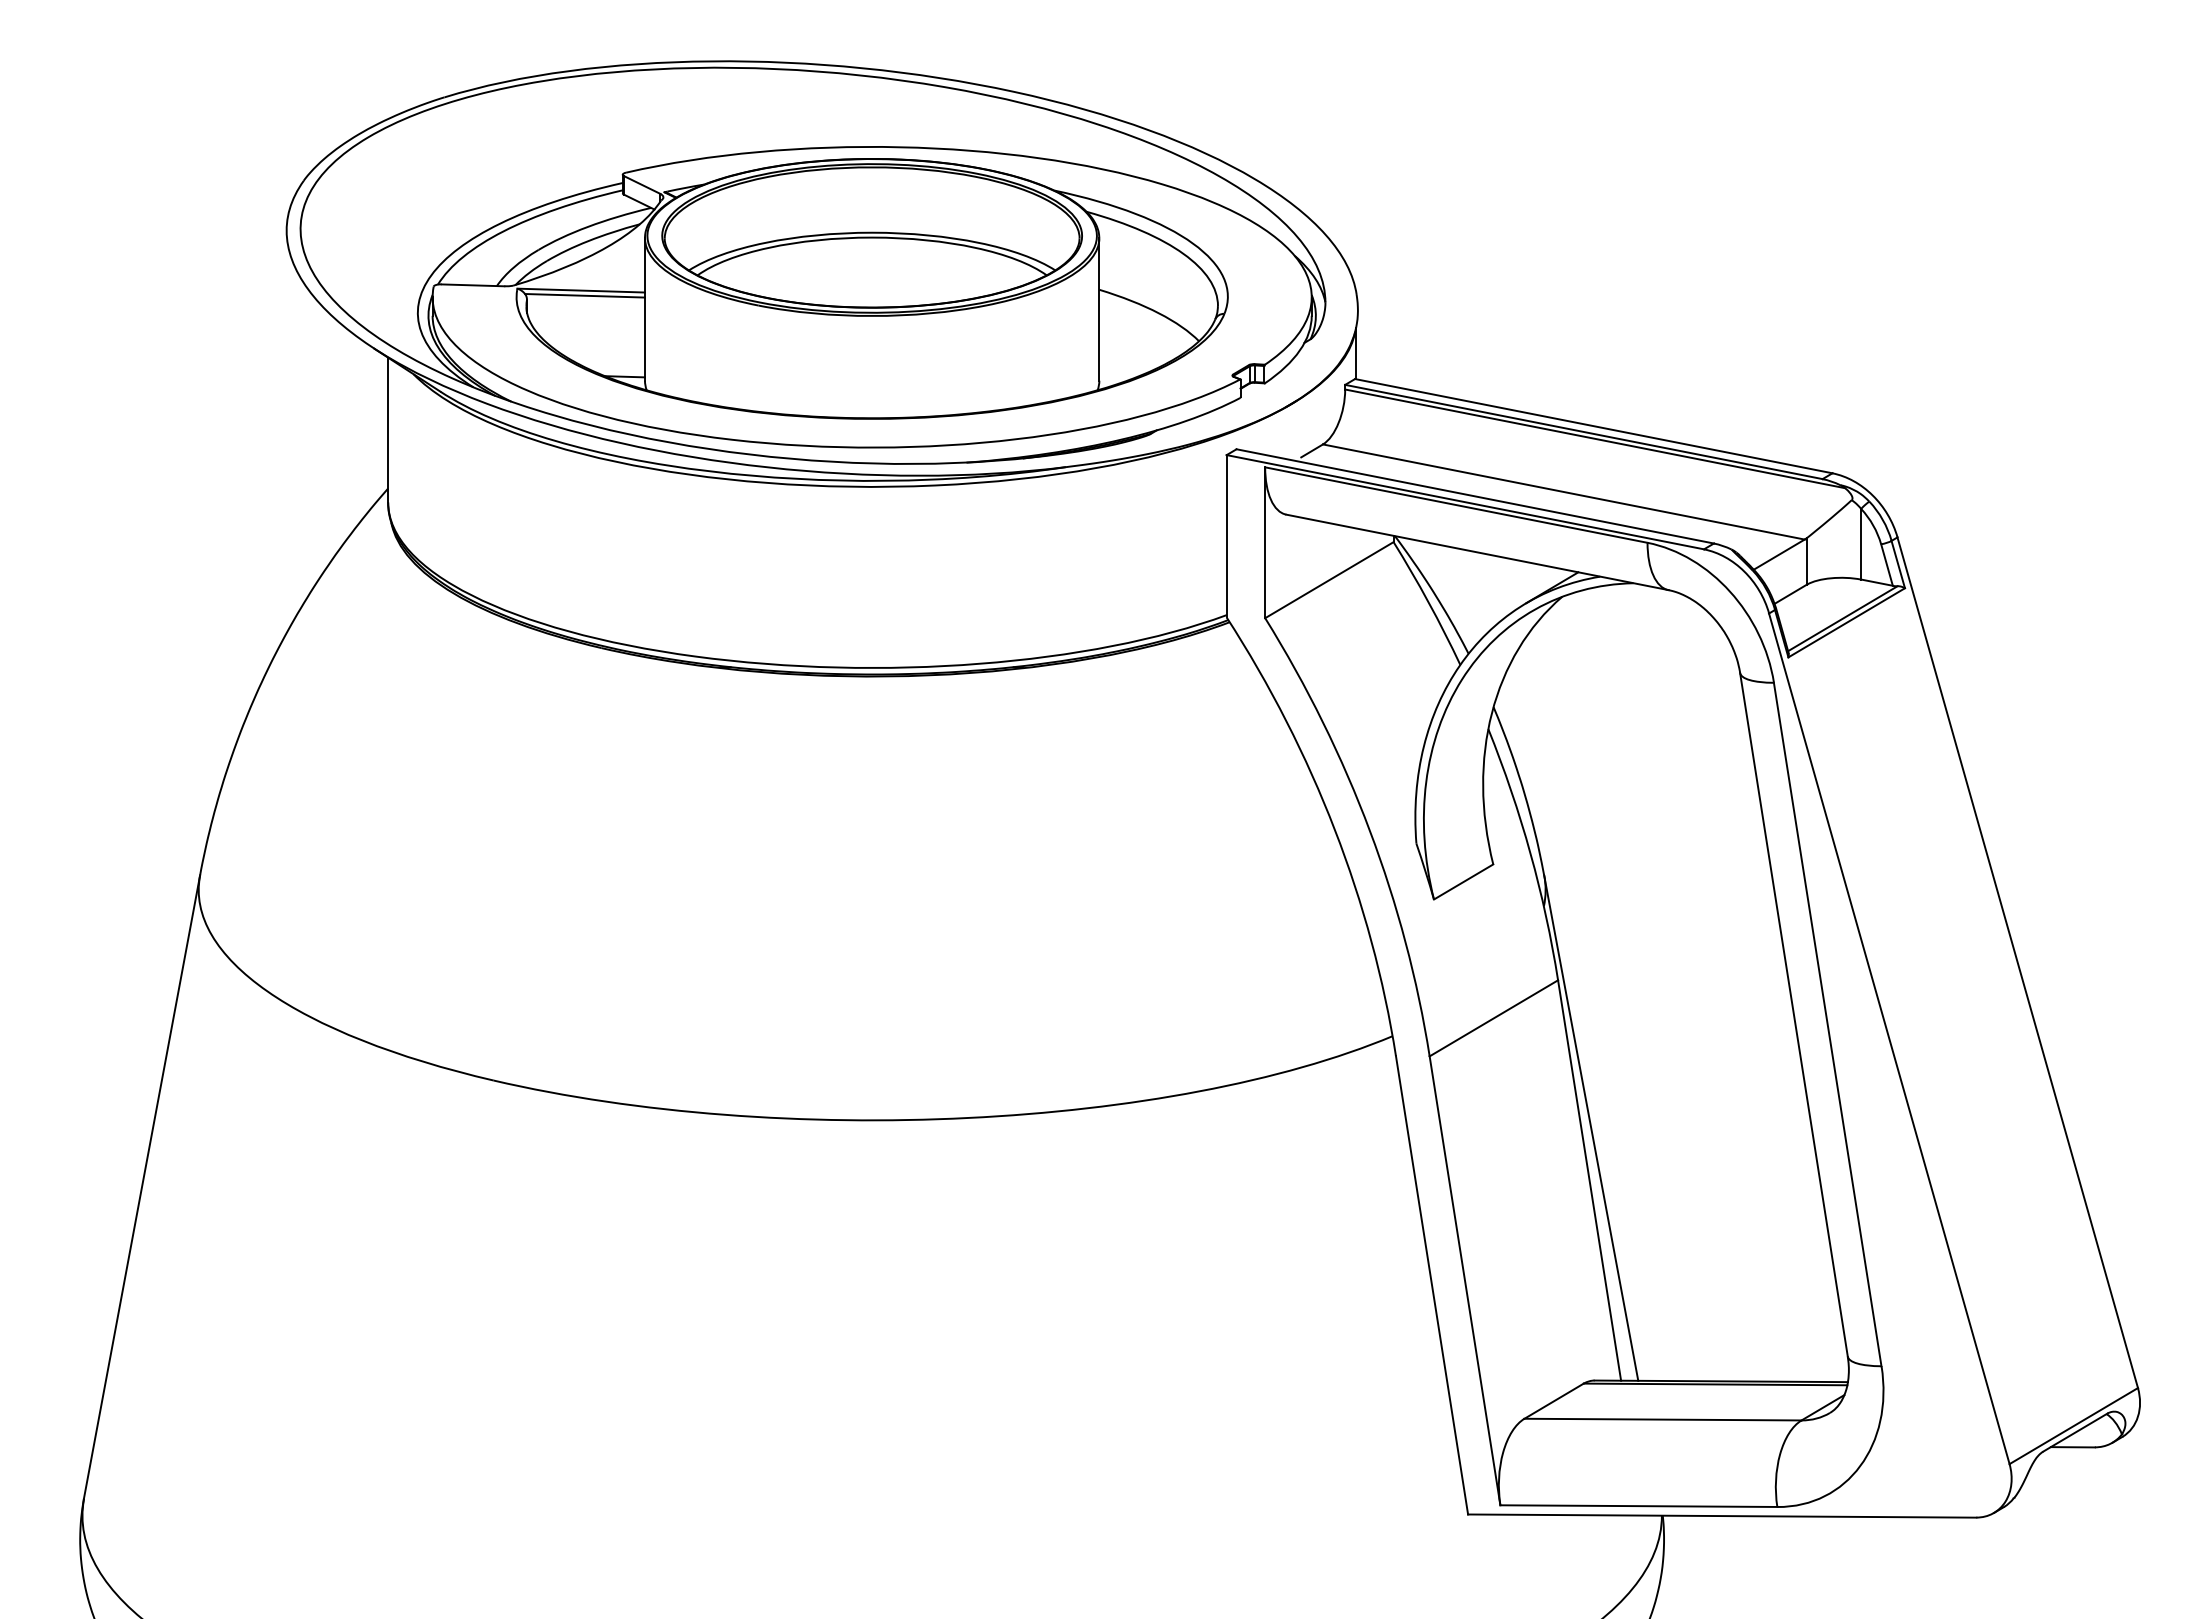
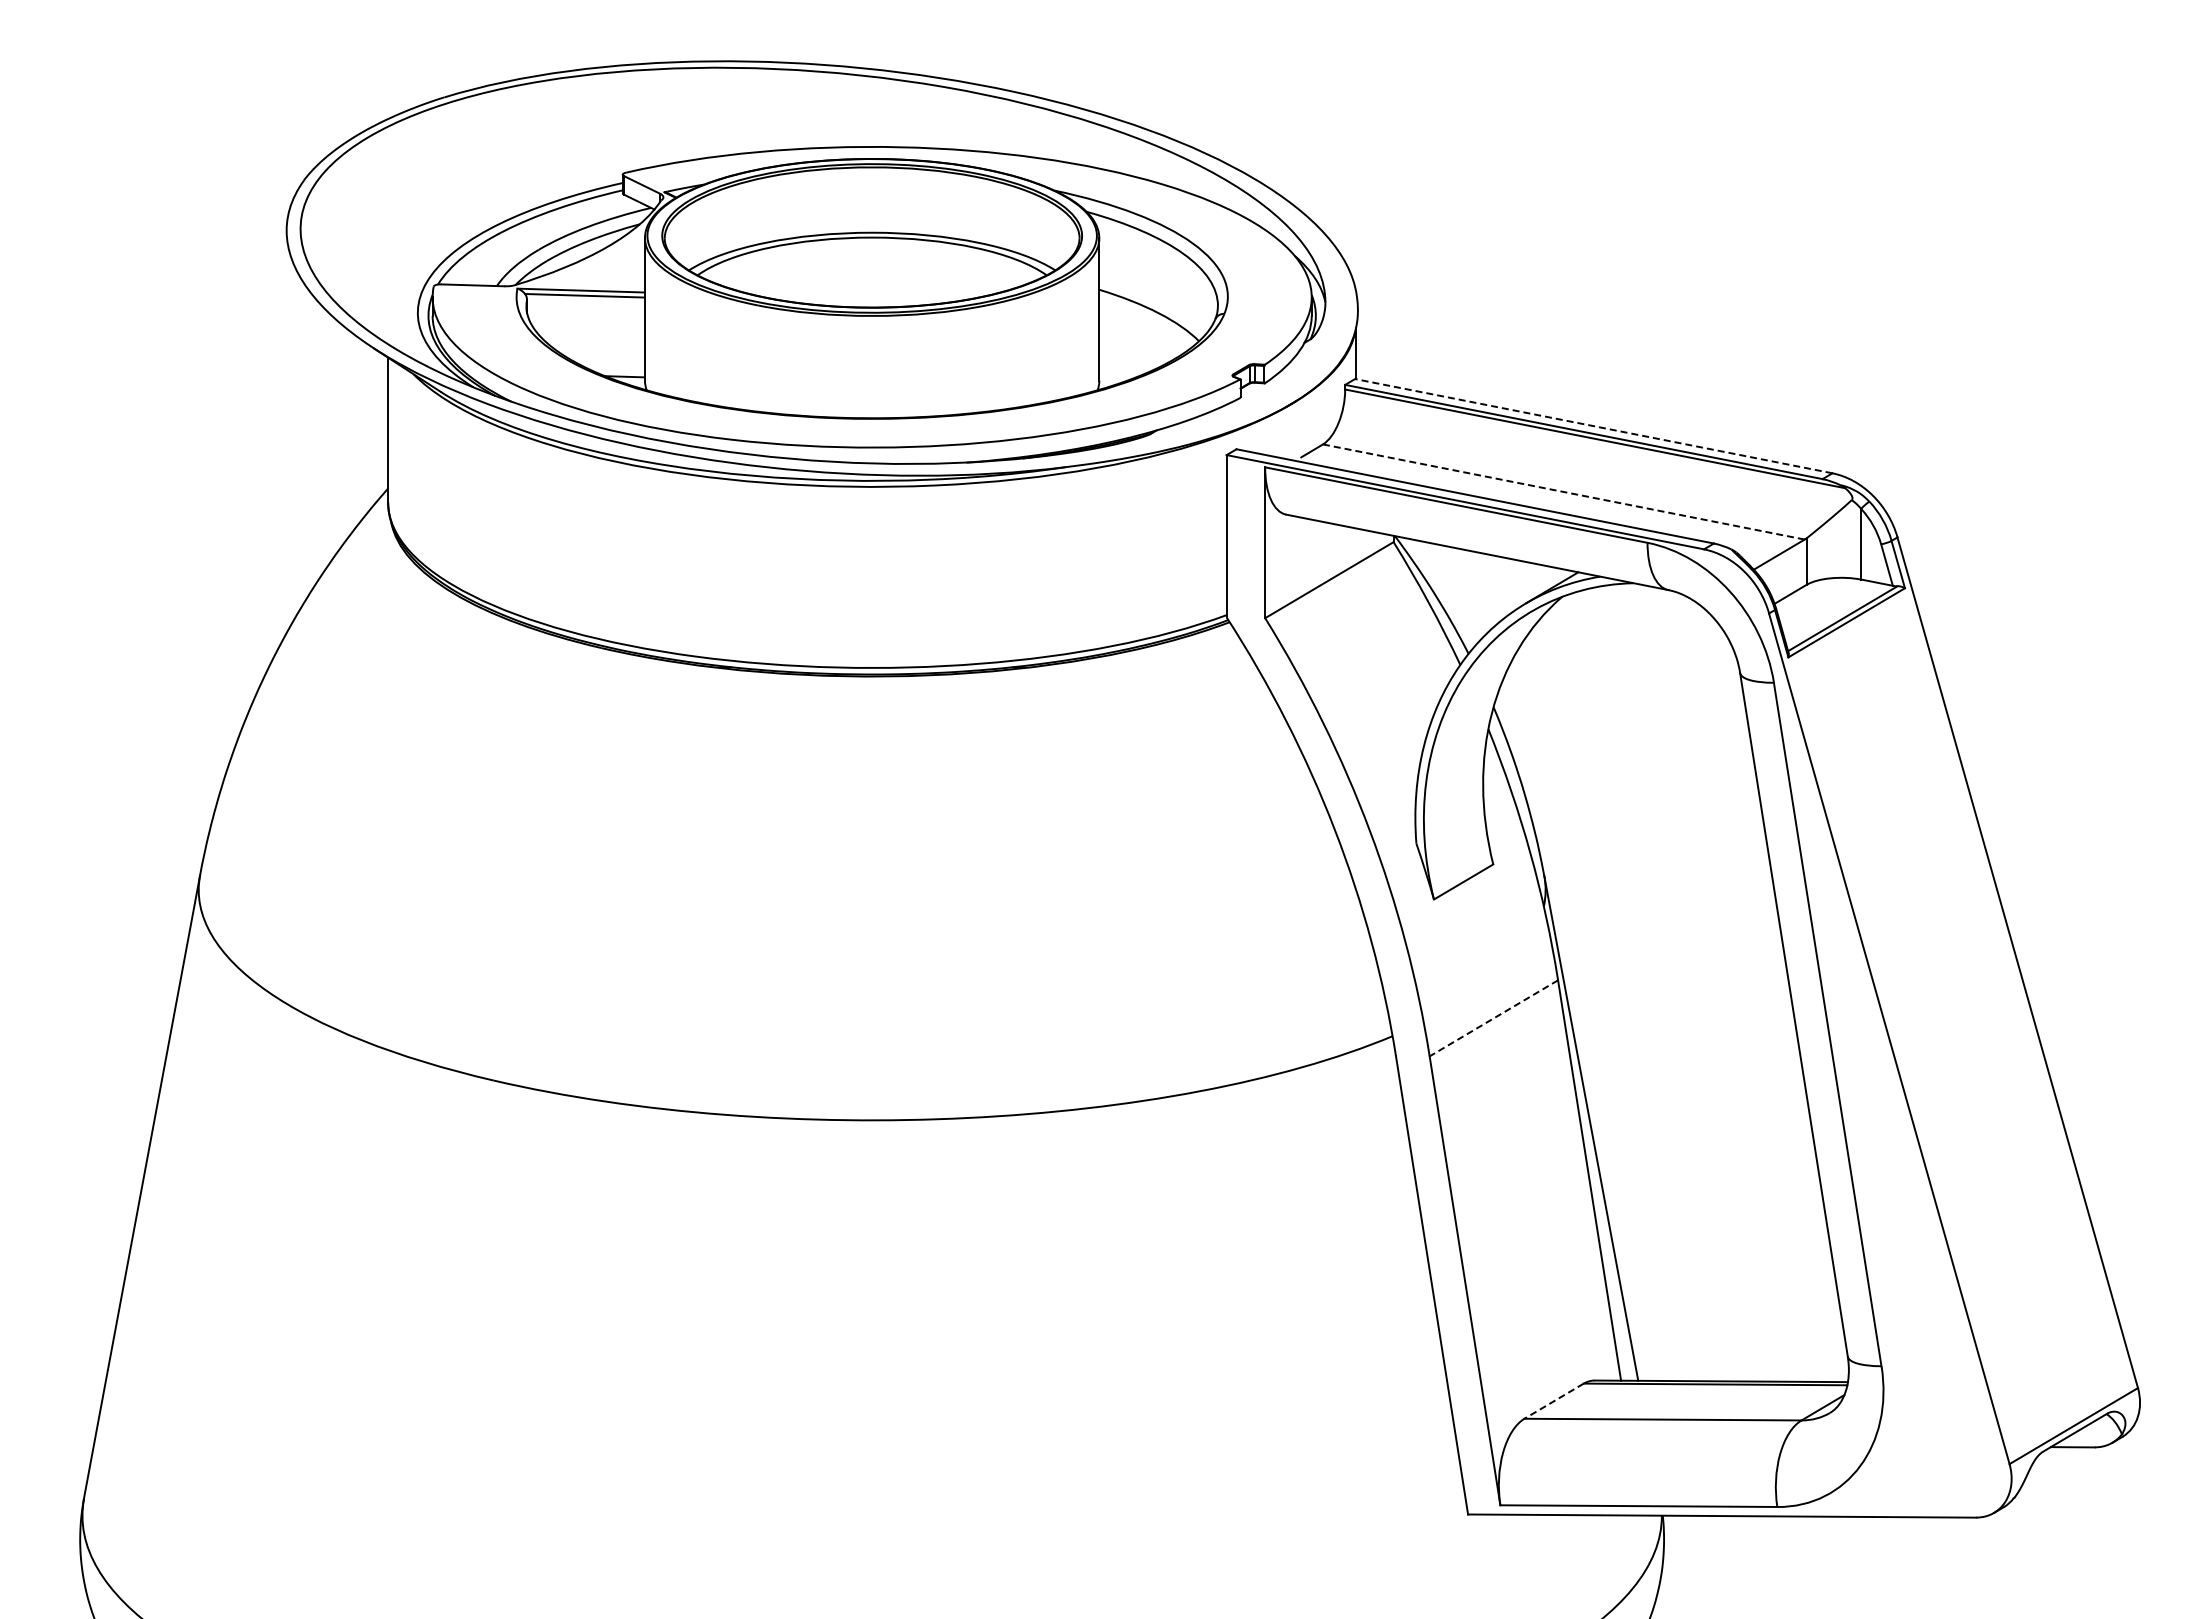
line at (1593, 426): solid -> dashed
line at (1563, 492): solid -> dashed
line at (1493, 1018): solid -> dashed
line at (1553, 1401): solid -> dashed
